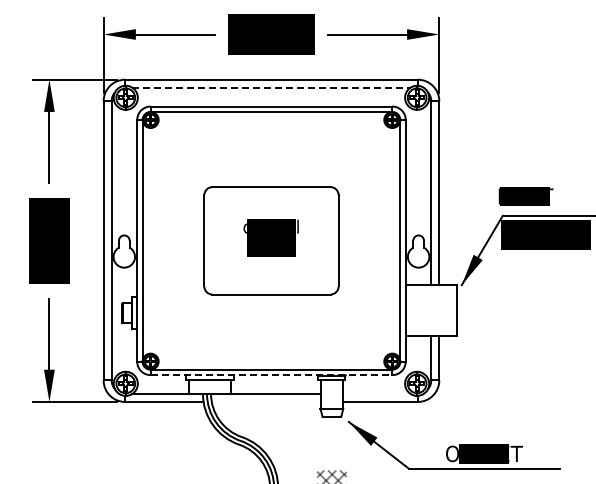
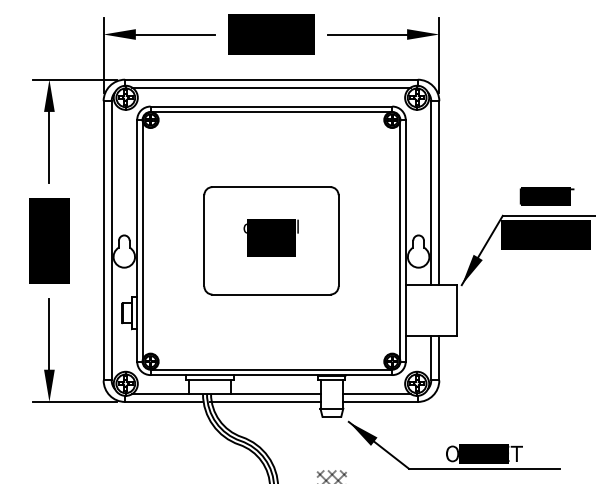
line at (271, 87): dashed -> solid
text at (525, 196) position: (525, 196) -> (546, 196)
line at (271, 375): dashed -> solid
line at (376, 393): none -> present
line at (265, 401): none -> present
